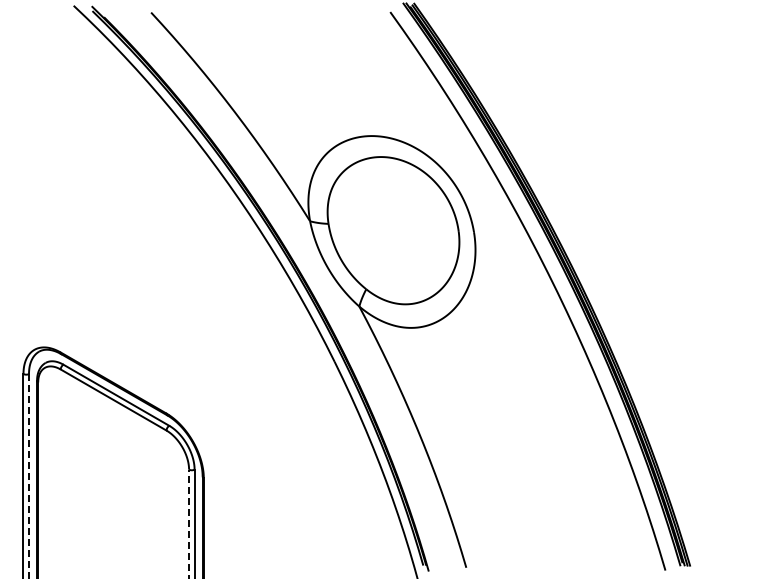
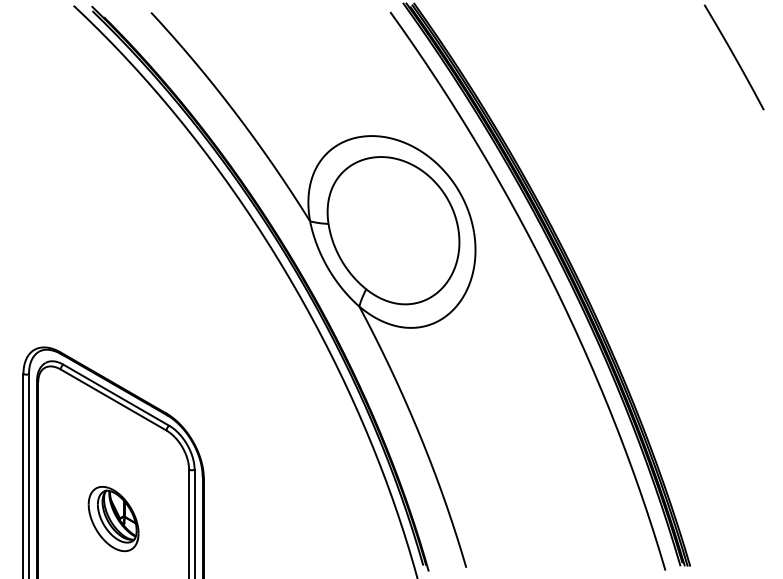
line at (733, 56): none -> present
line at (29, 476): dashed -> solid
part at (113, 519): none -> present
line at (189, 523): dashed -> solid
